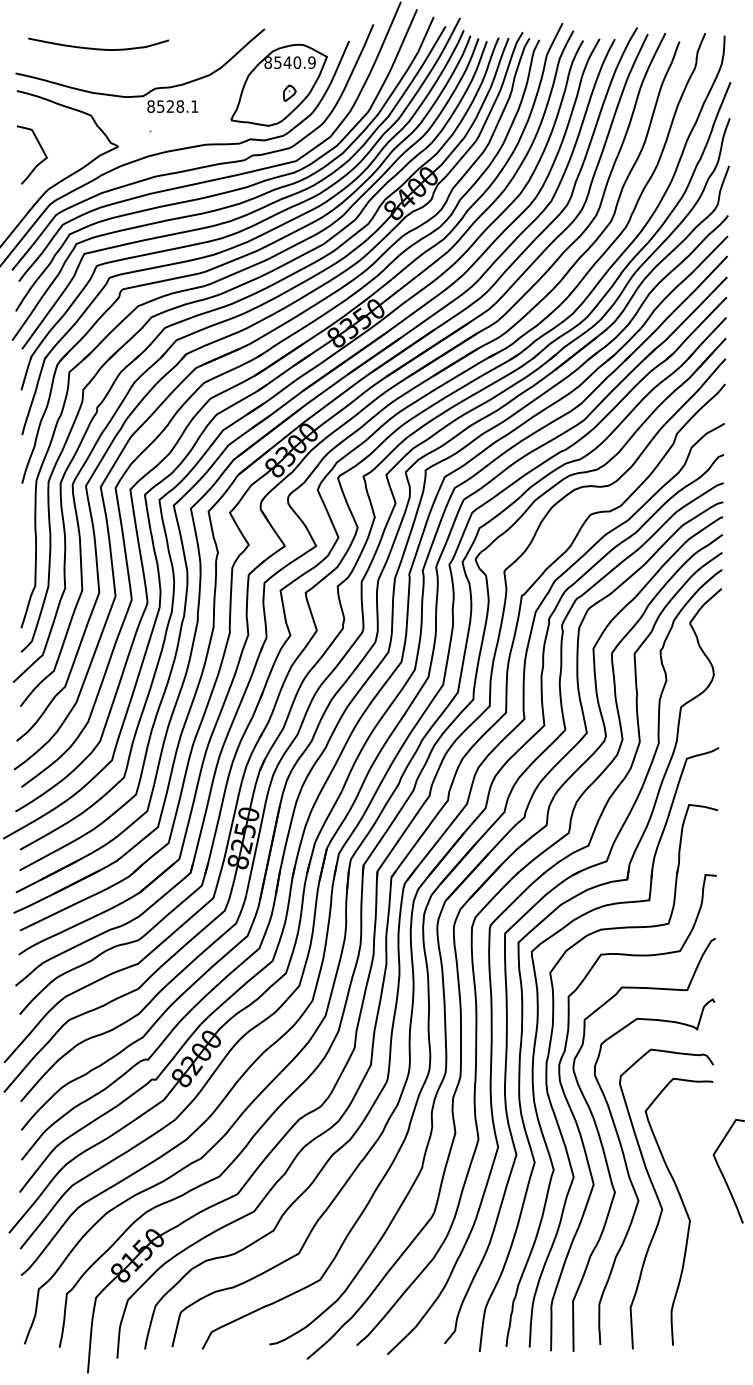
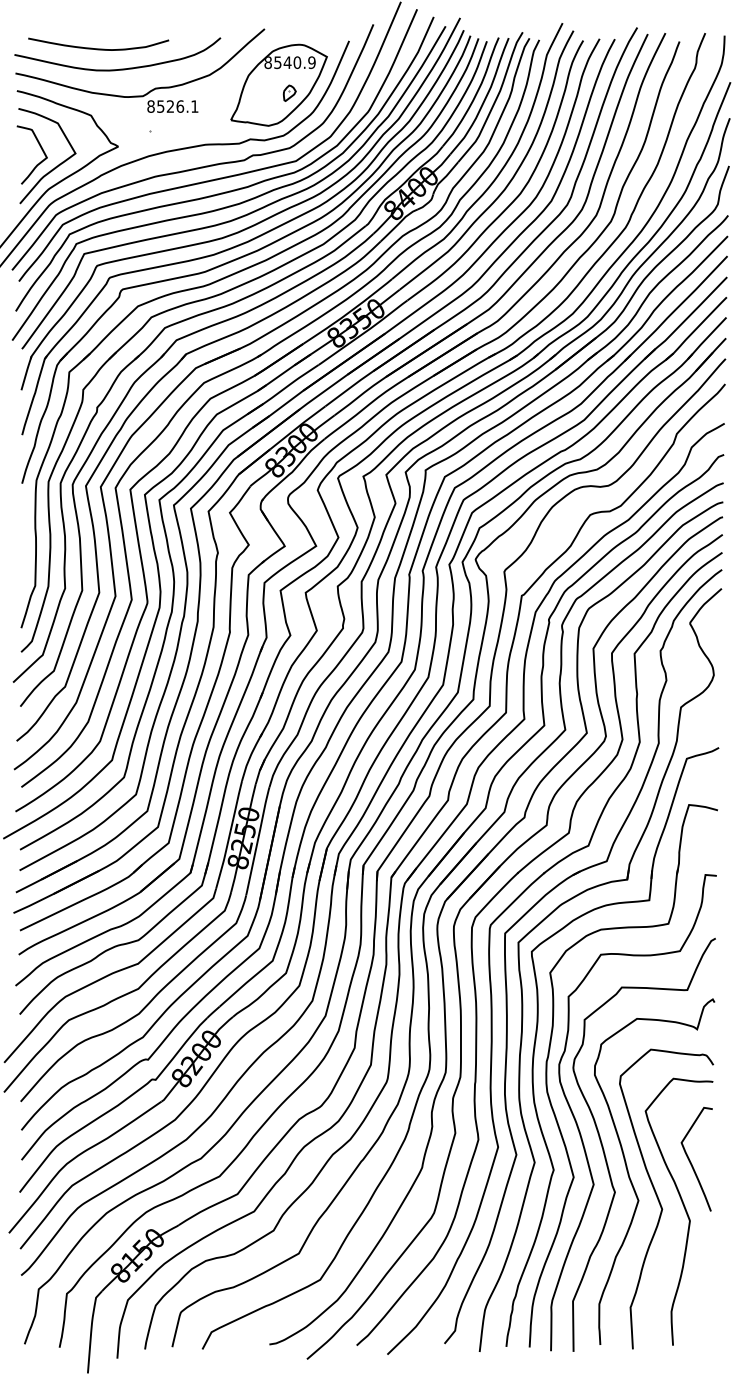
curve at (119, 68): none -> present
text at (180, 106): 8528.1 -> 8526.1
curve at (55, 166): none -> present
curve at (723, 1174) position: (723, 1174) -> (691, 1162)
